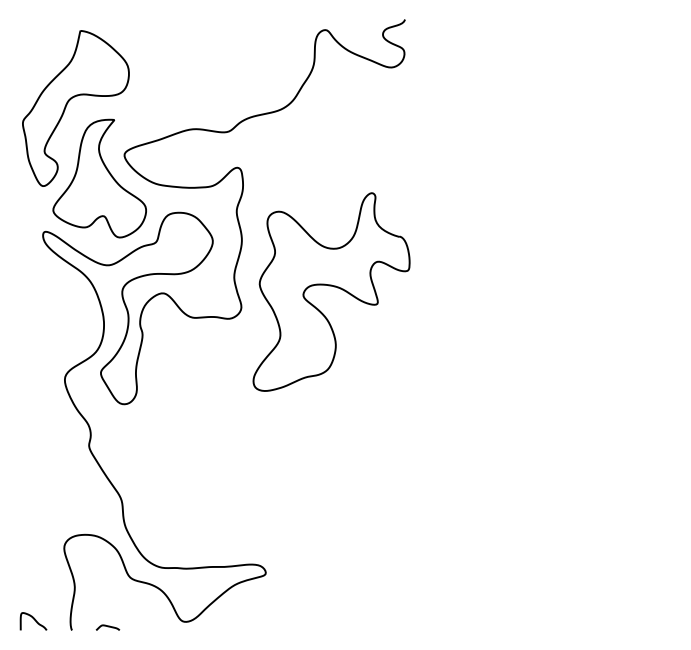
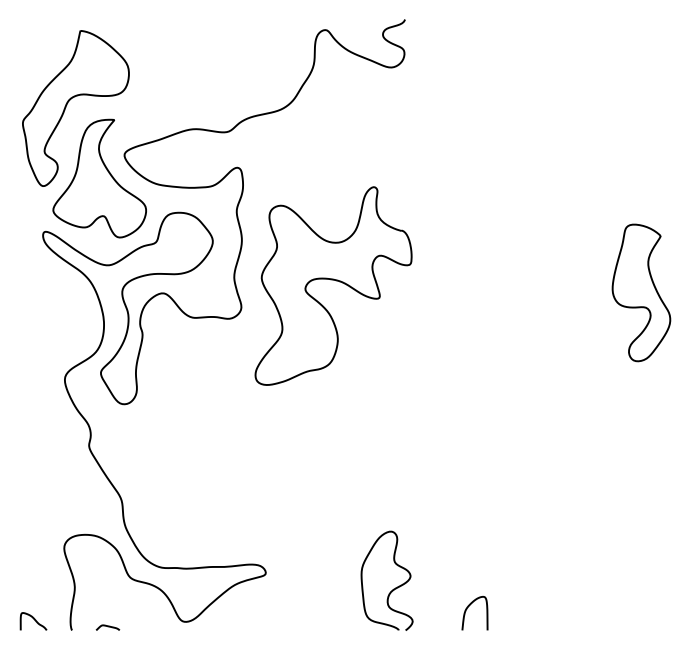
part at (331, 291) position: (331, 291) -> (333, 285)
part at (641, 292): none -> present
curve at (393, 588): none -> present
curve at (467, 609): none -> present
